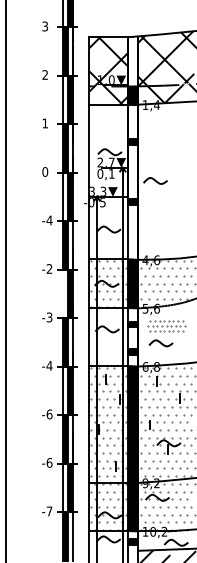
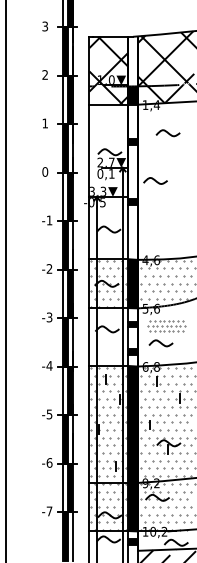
curve at (167, 133): none -> present
text at (49, 220): -4 -> -1
line at (62, 293): none -> present
text at (49, 414): -6 -> -5
